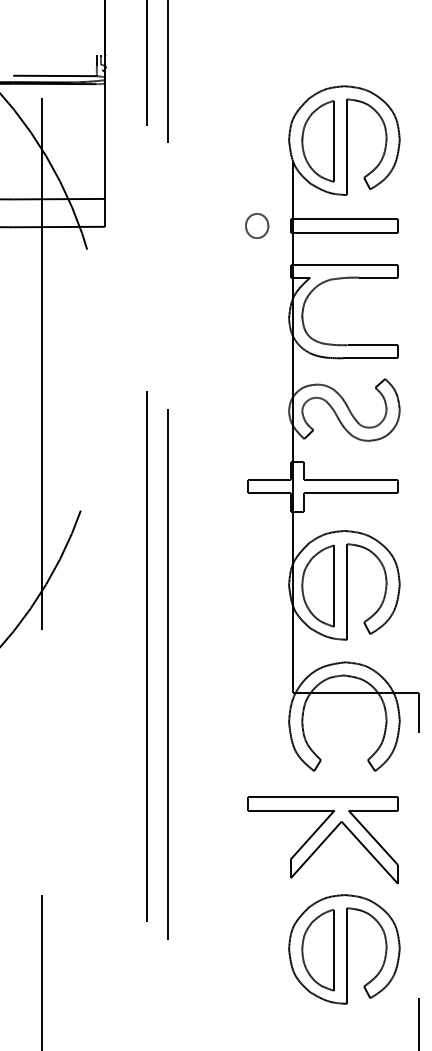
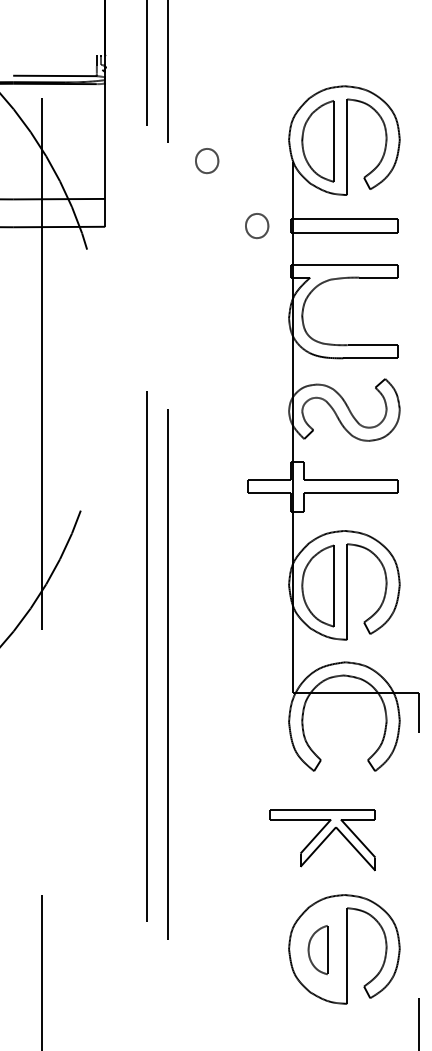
part at (207, 160): none -> present
part at (322, 840) size: 152x89 px -> 107x63 px
part at (317, 949) size: 34x84 px -> 22x51 px
